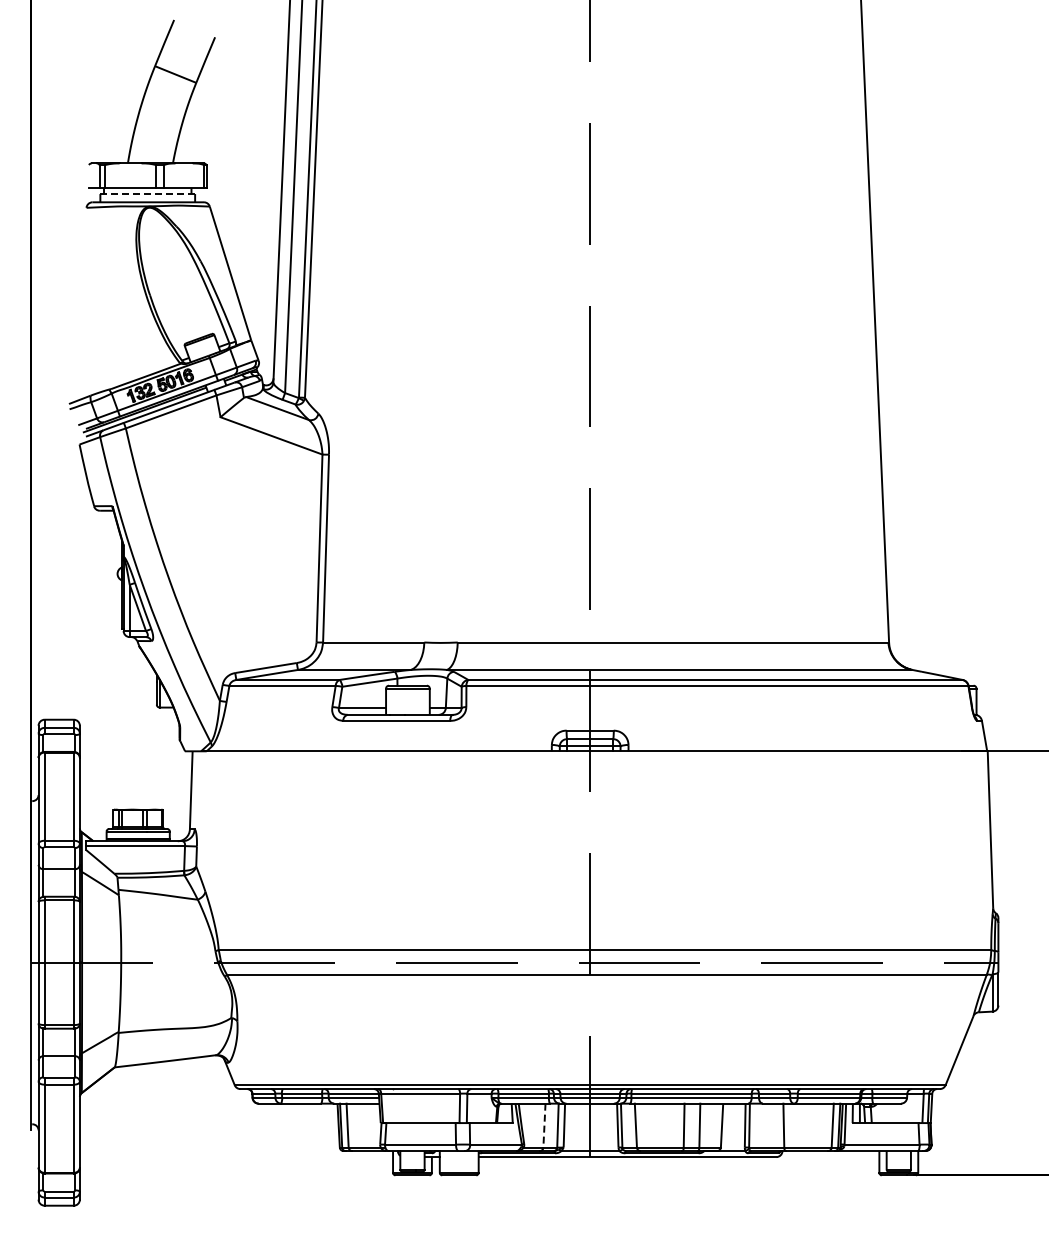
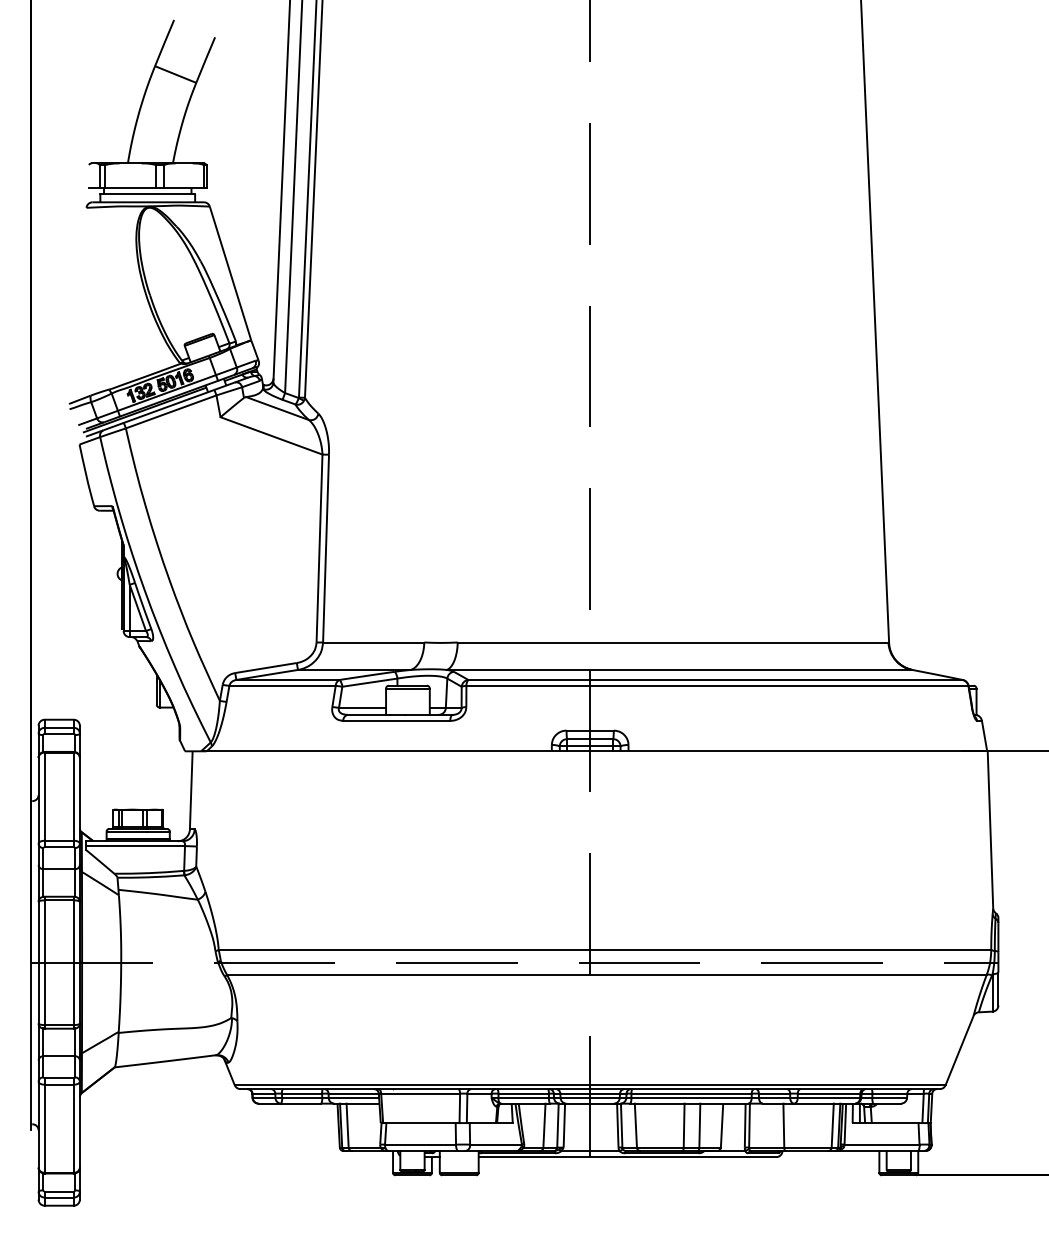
line at (148, 194): dashed -> solid
line at (544, 1125): dashed -> solid
